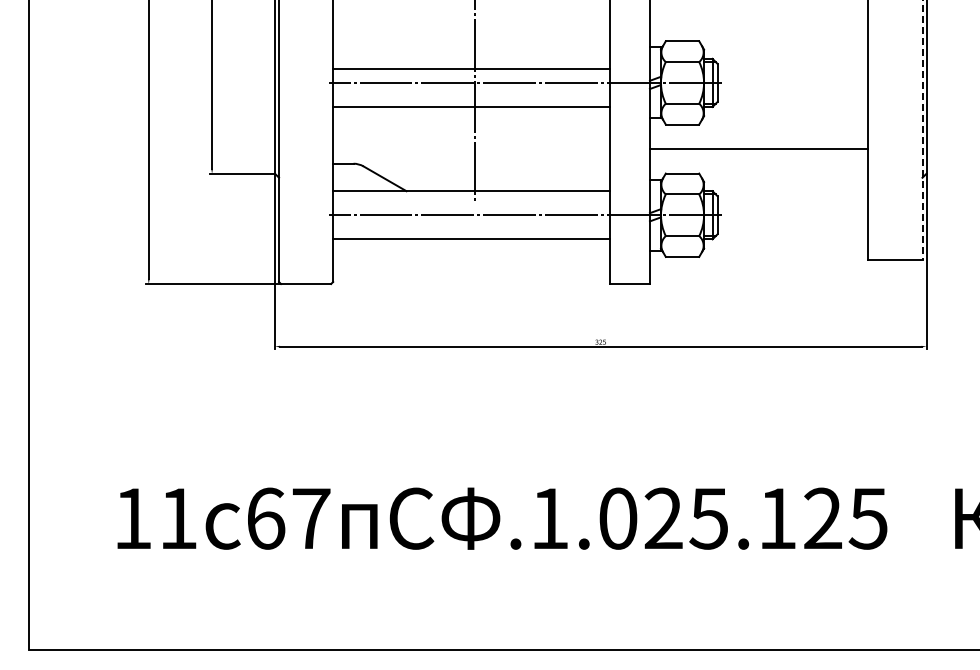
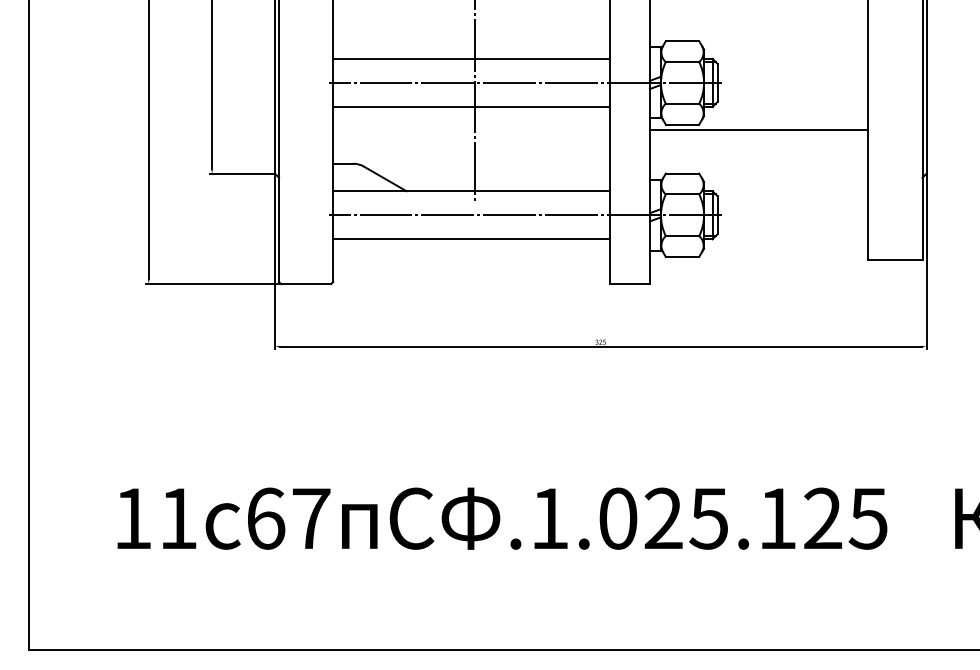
line at (471, 68) position: (471, 68) -> (471, 58)
line at (922, 130): dashed -> solid
line at (758, 148) position: (758, 148) -> (758, 129)
